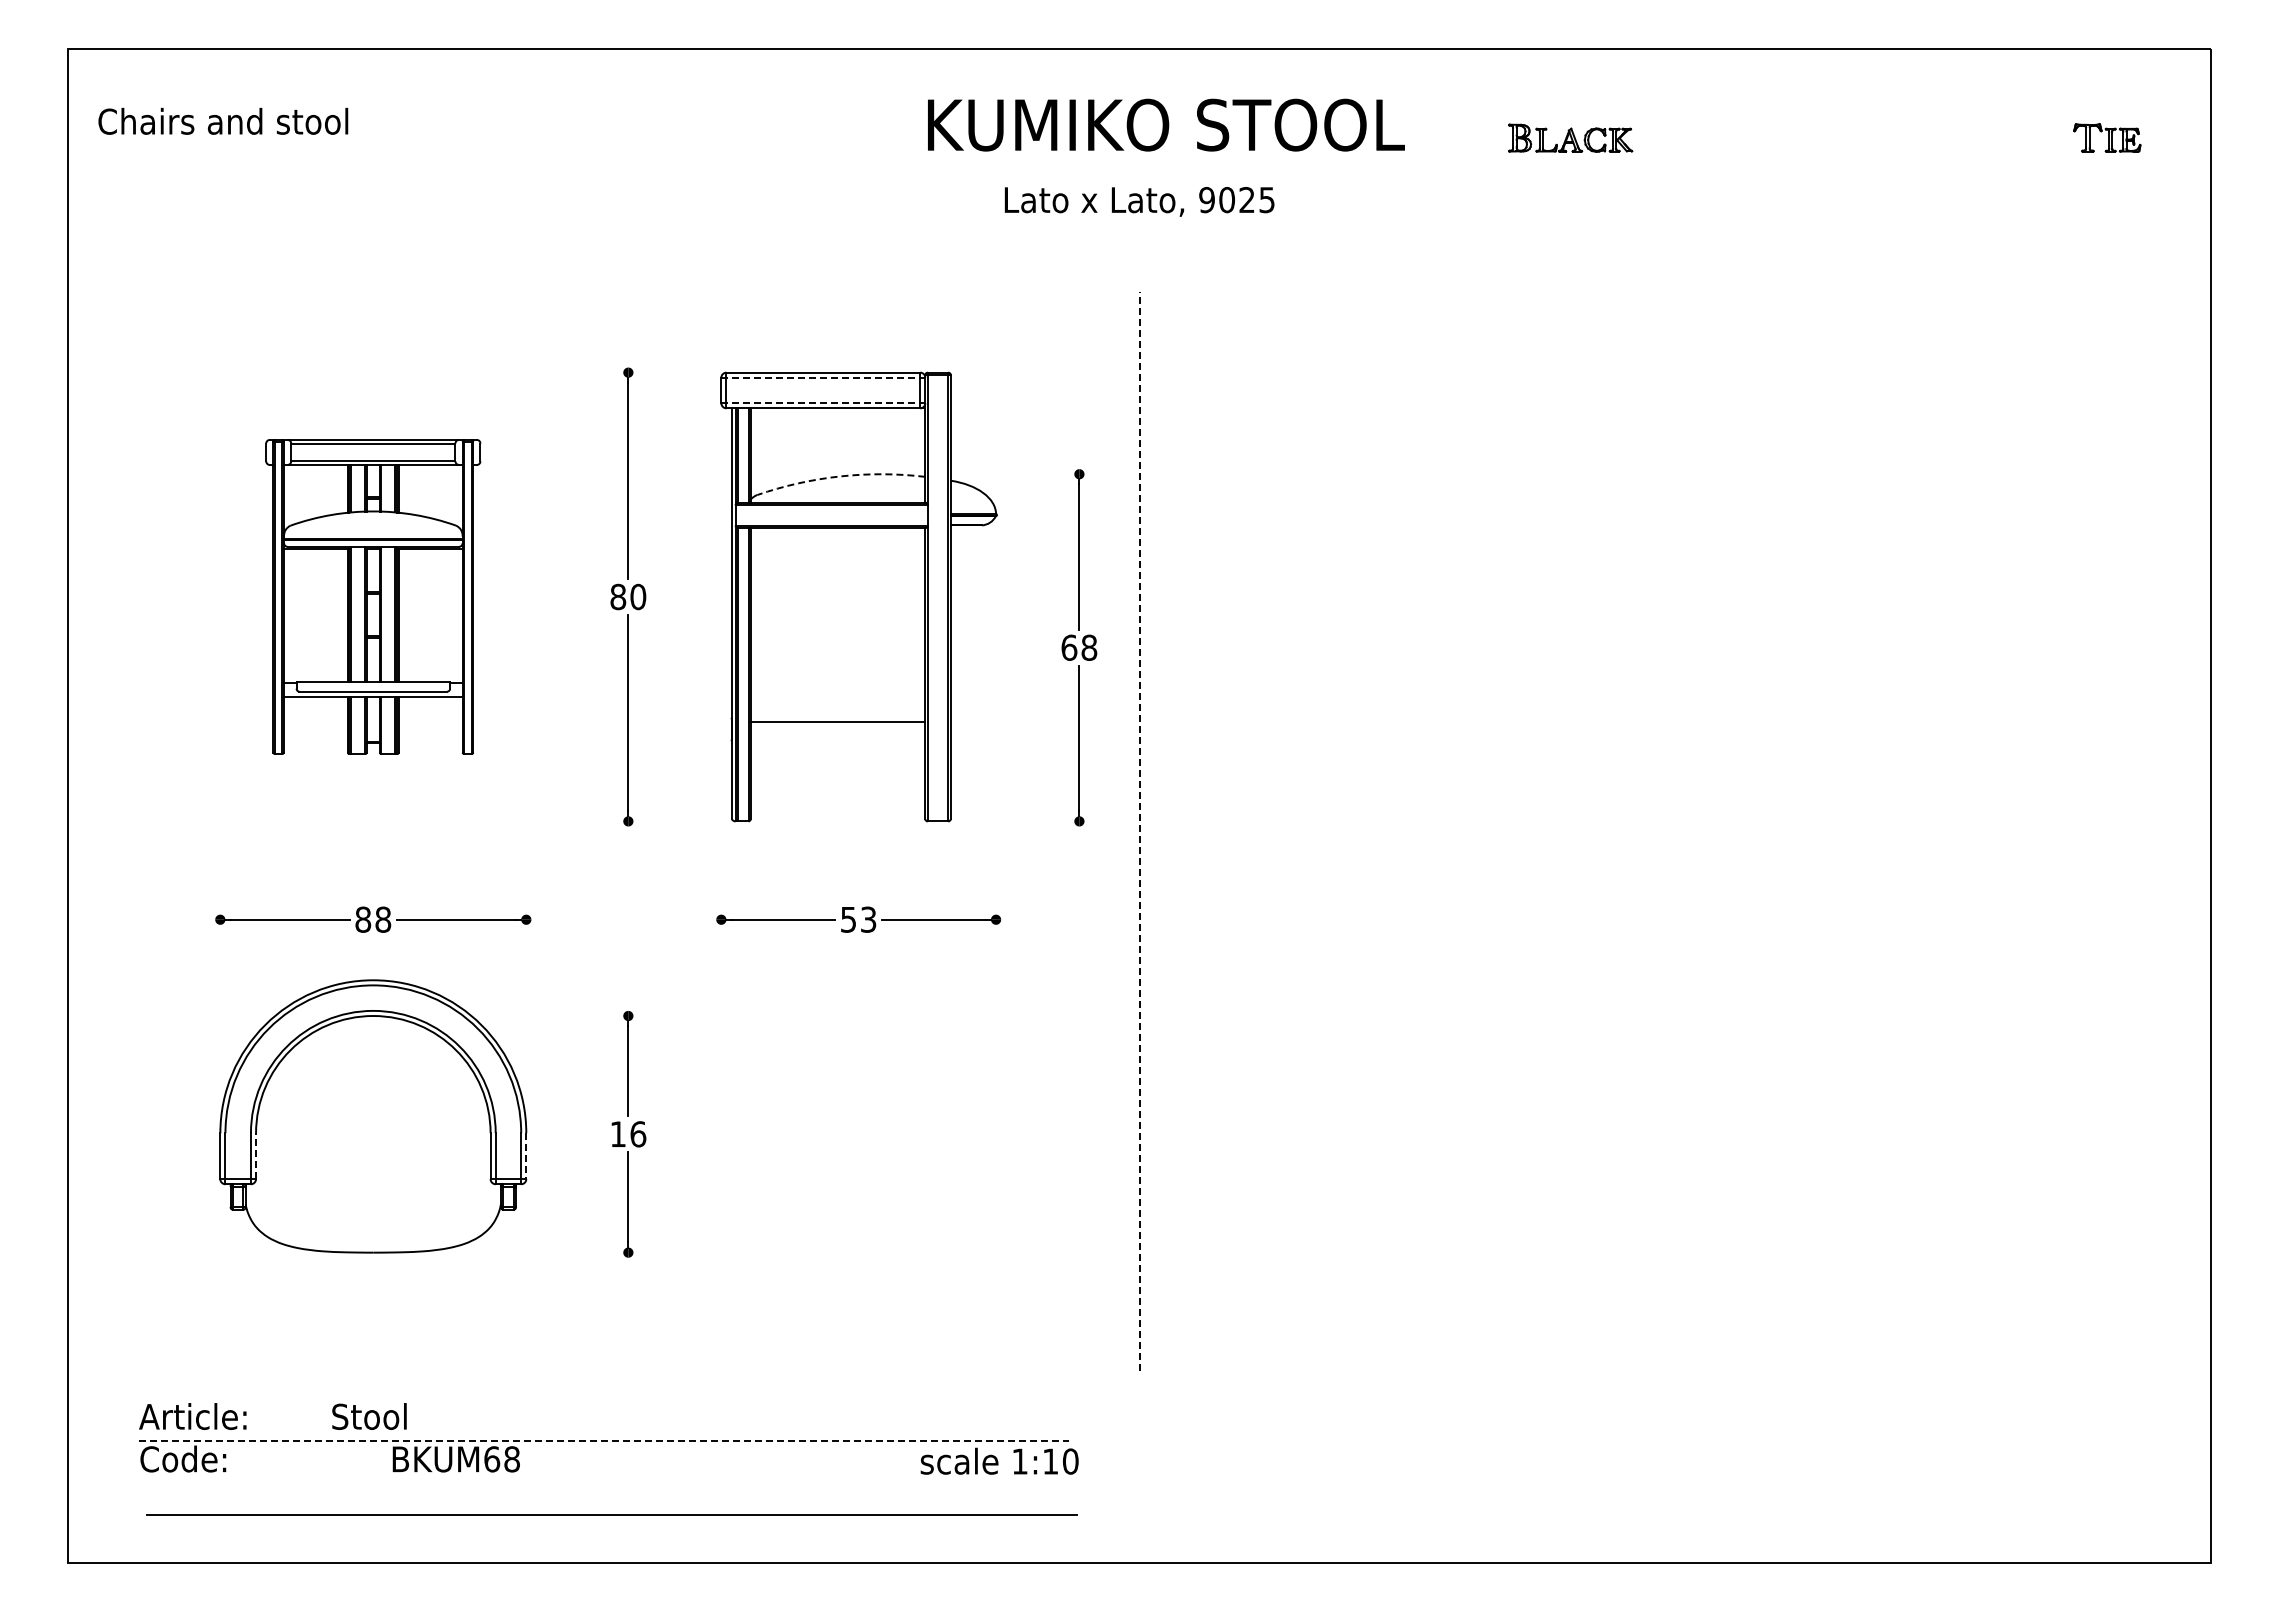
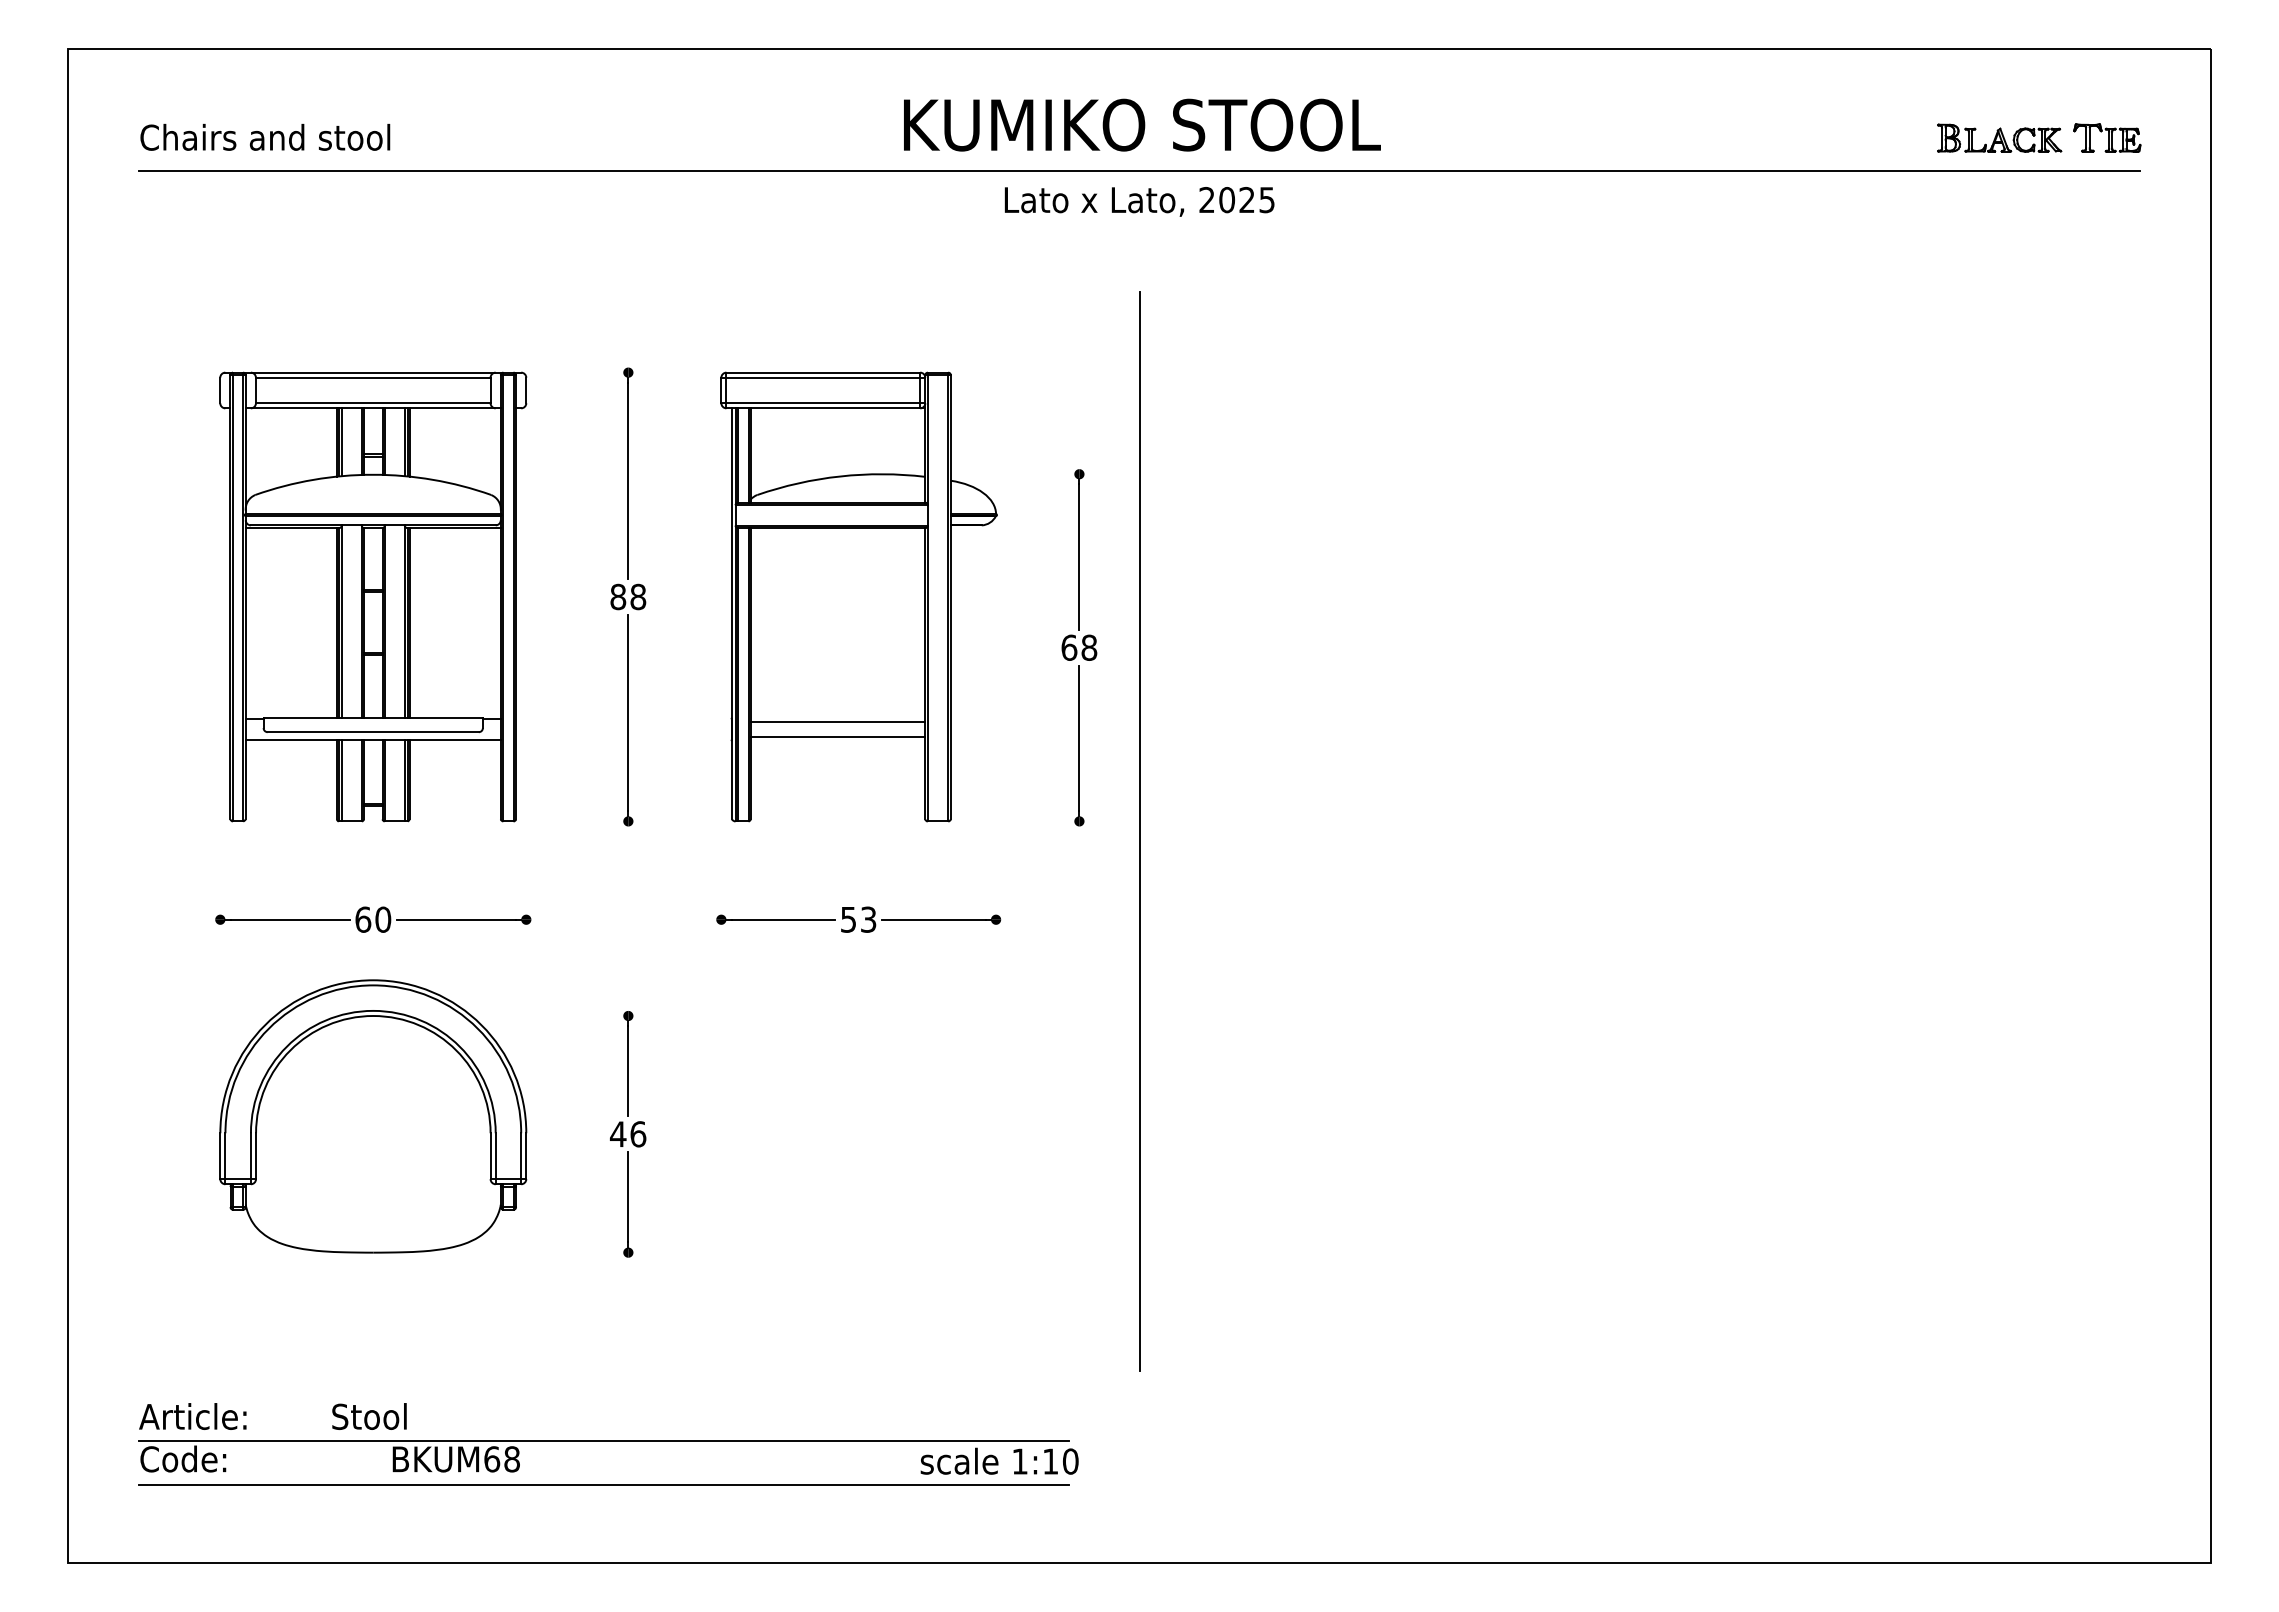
text at (223, 120) position: (223, 120) -> (265, 136)
text at (1166, 124) position: (1166, 124) -> (1142, 124)
part at (1570, 137) position: (1570, 137) -> (1999, 137)
line at (1139, 170): none -> present
text at (1206, 200): 9025 -> 2025
line at (823, 377): dashed -> solid
line at (823, 403): dashed -> solid
arc at (840, 476): dashed -> solid
part at (373, 596) size: 217x316 px -> 309x452 px
text at (638, 596): 80 -> 88
line at (837, 737): none -> present
line at (1139, 831): dashed -> solid
text at (373, 919): 88 -> 60
text at (617, 1133): 16 -> 46
line at (256, 1156): dashed -> solid
line at (526, 1156): dashed -> solid
line at (604, 1441): dashed -> solid
line at (611, 1514) position: (611, 1514) -> (603, 1484)
